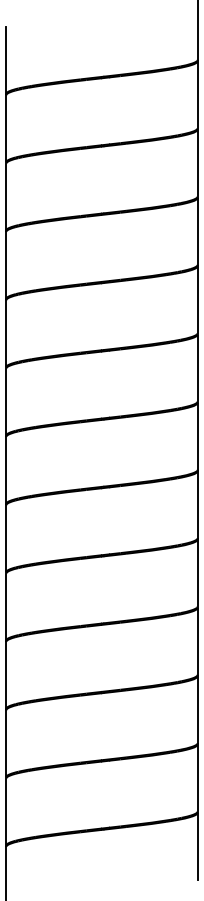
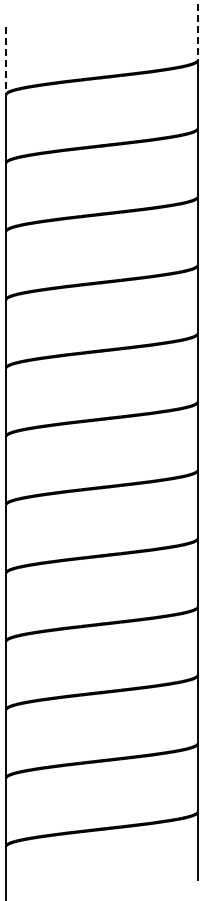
line at (197, 30): solid -> dashed
line at (6, 61): solid -> dashed
